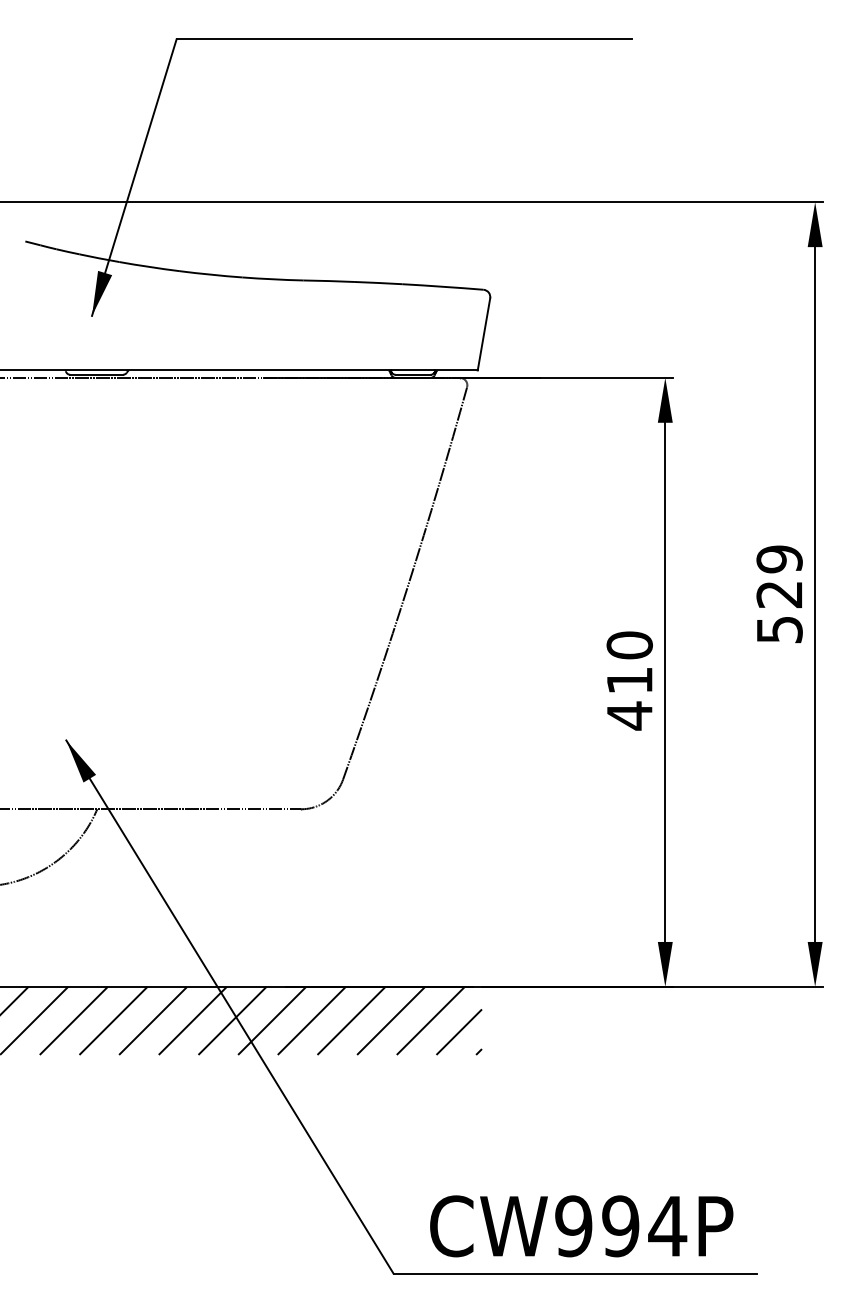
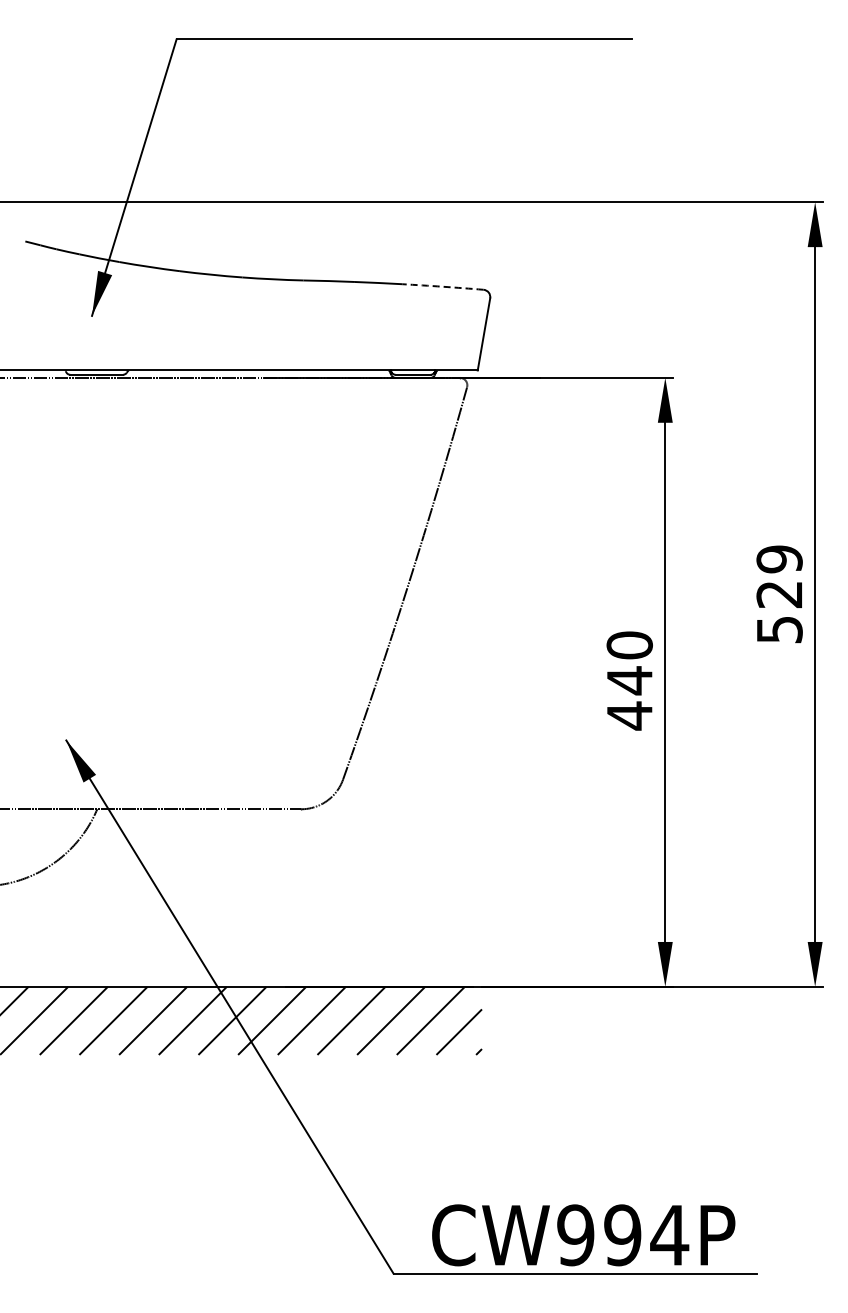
arc at (442, 286): solid -> dashed
text at (629, 680): 410 -> 440
text at (581, 1226) position: (581, 1226) -> (583, 1235)
